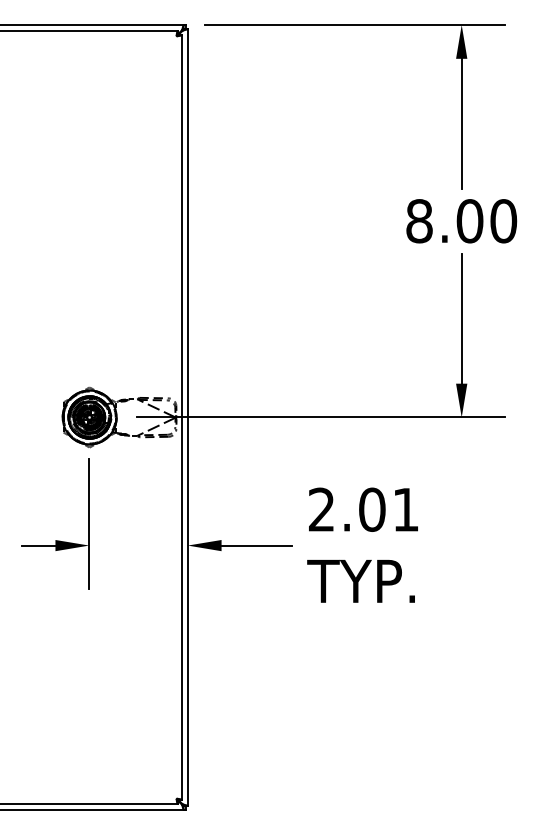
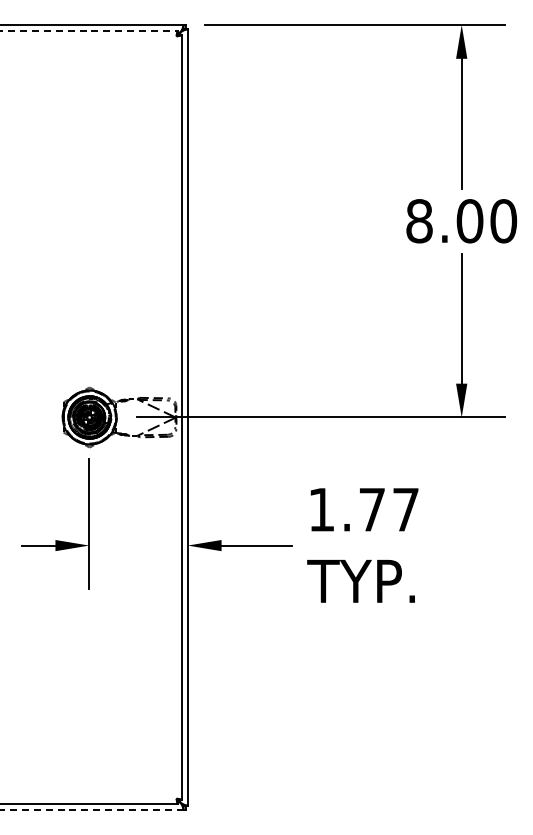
line at (89, 31): solid -> dashed
text at (363, 509): 2.01 -> 1.77
line at (91, 809): solid -> dashed
